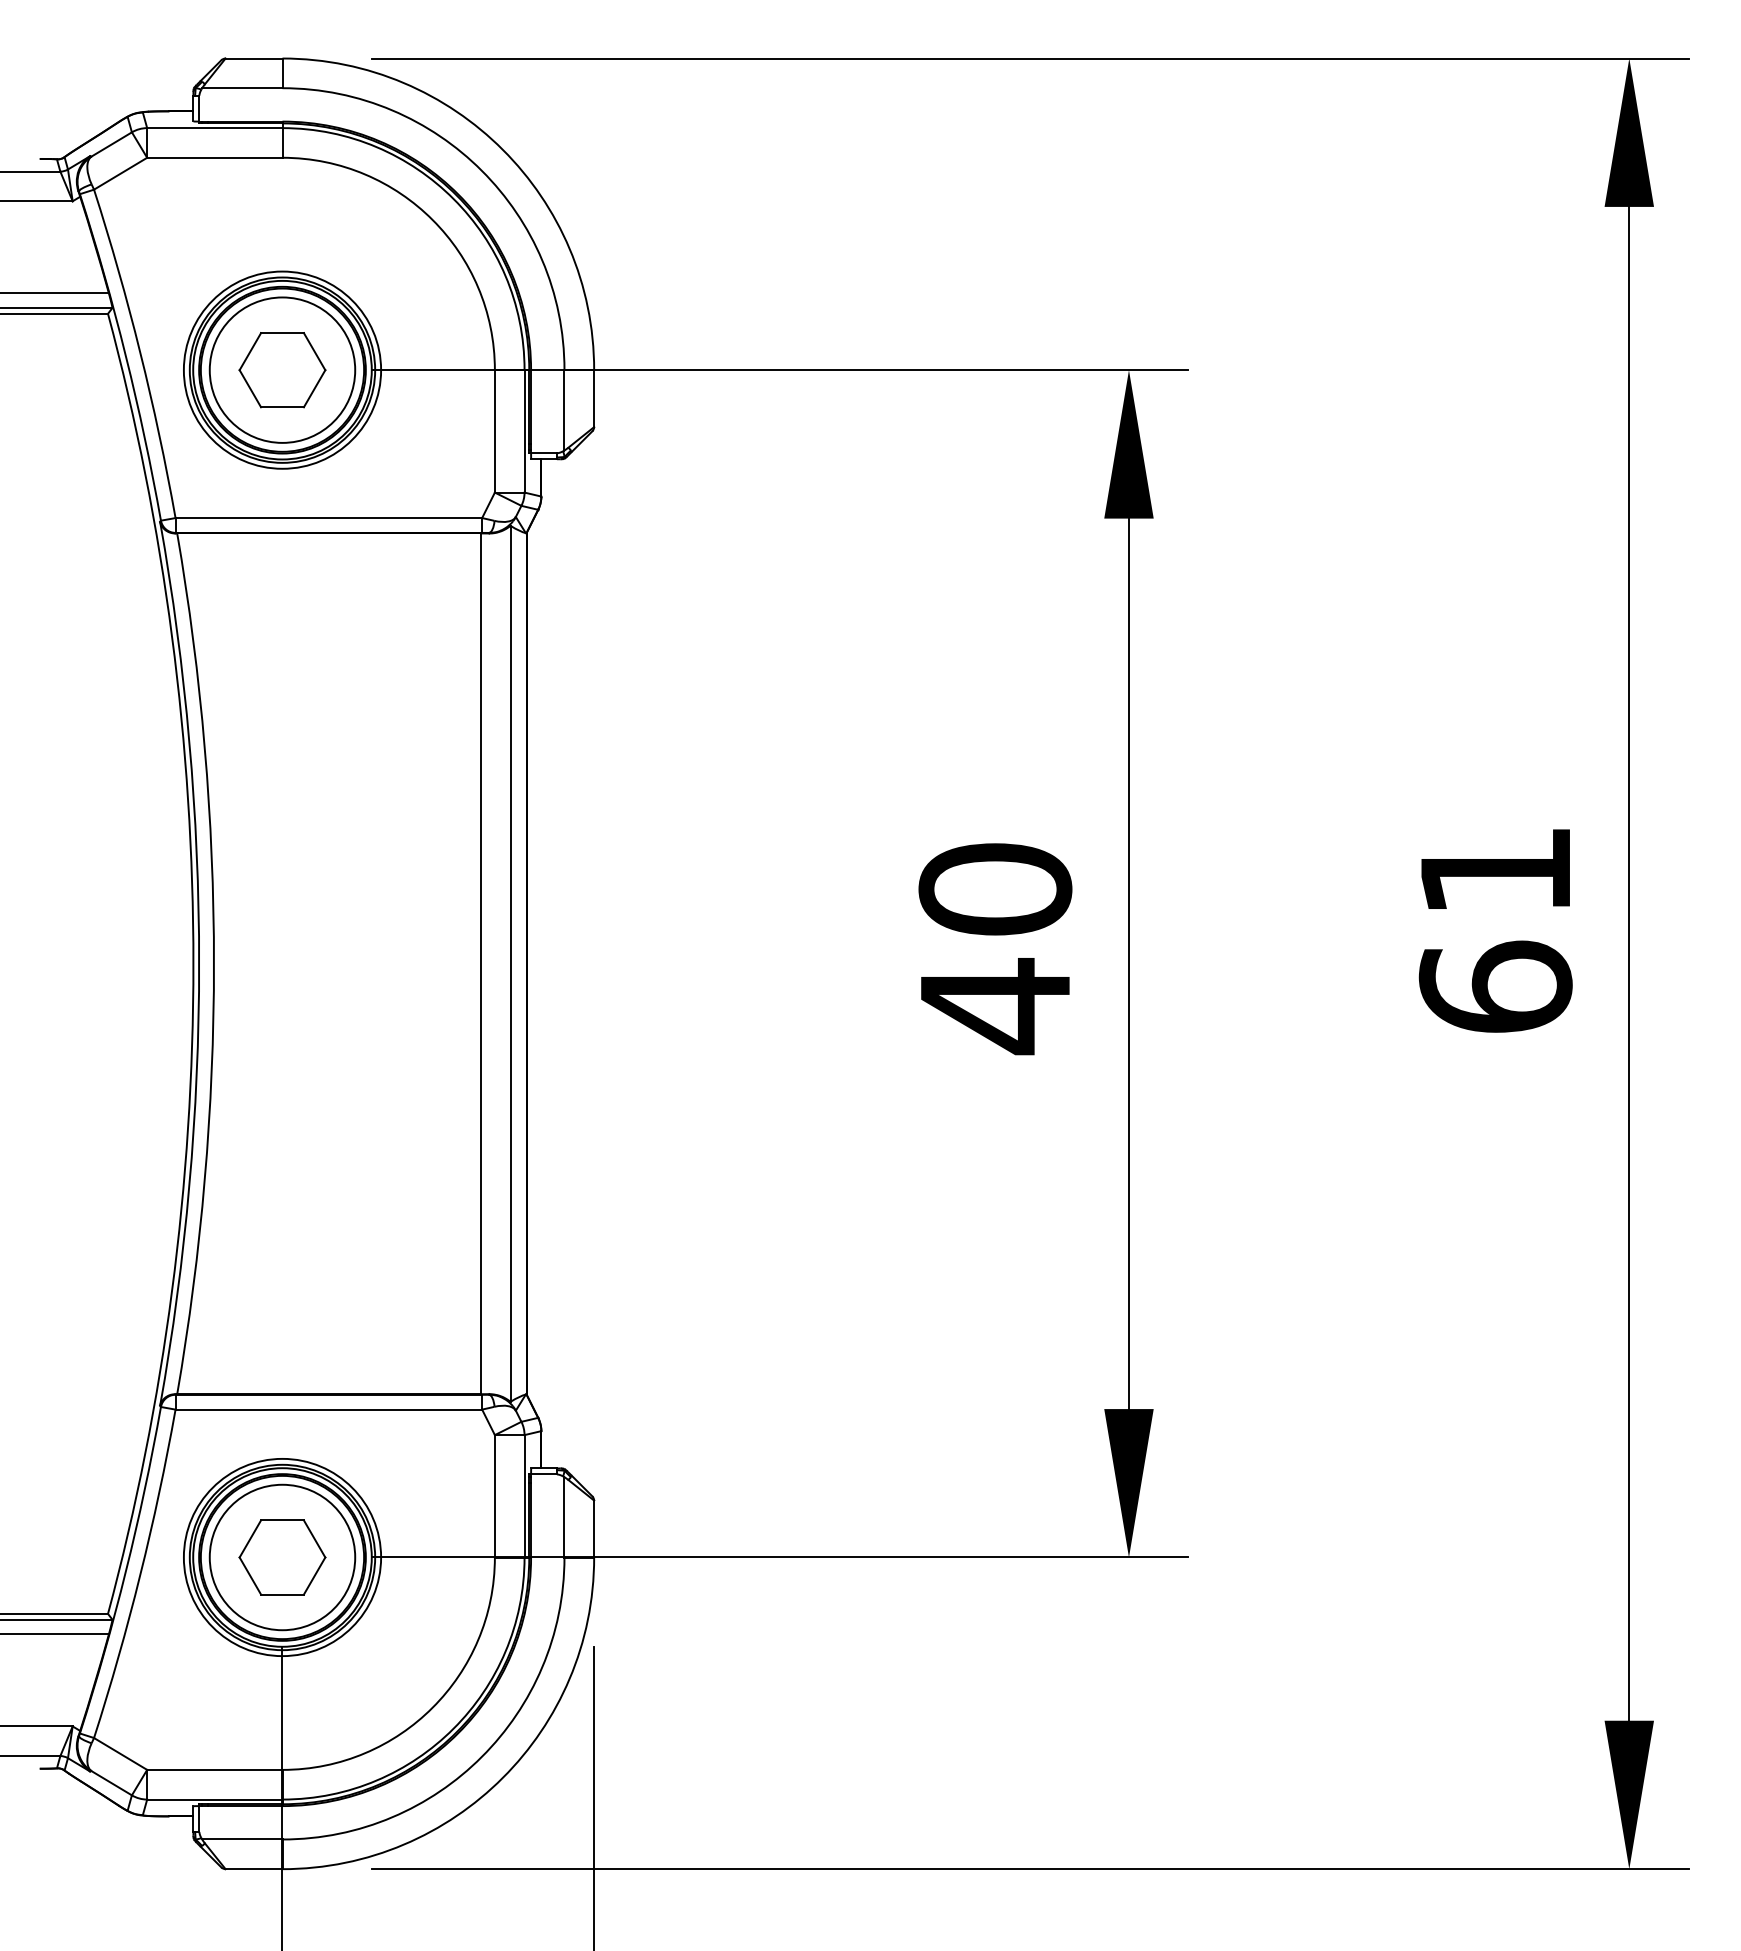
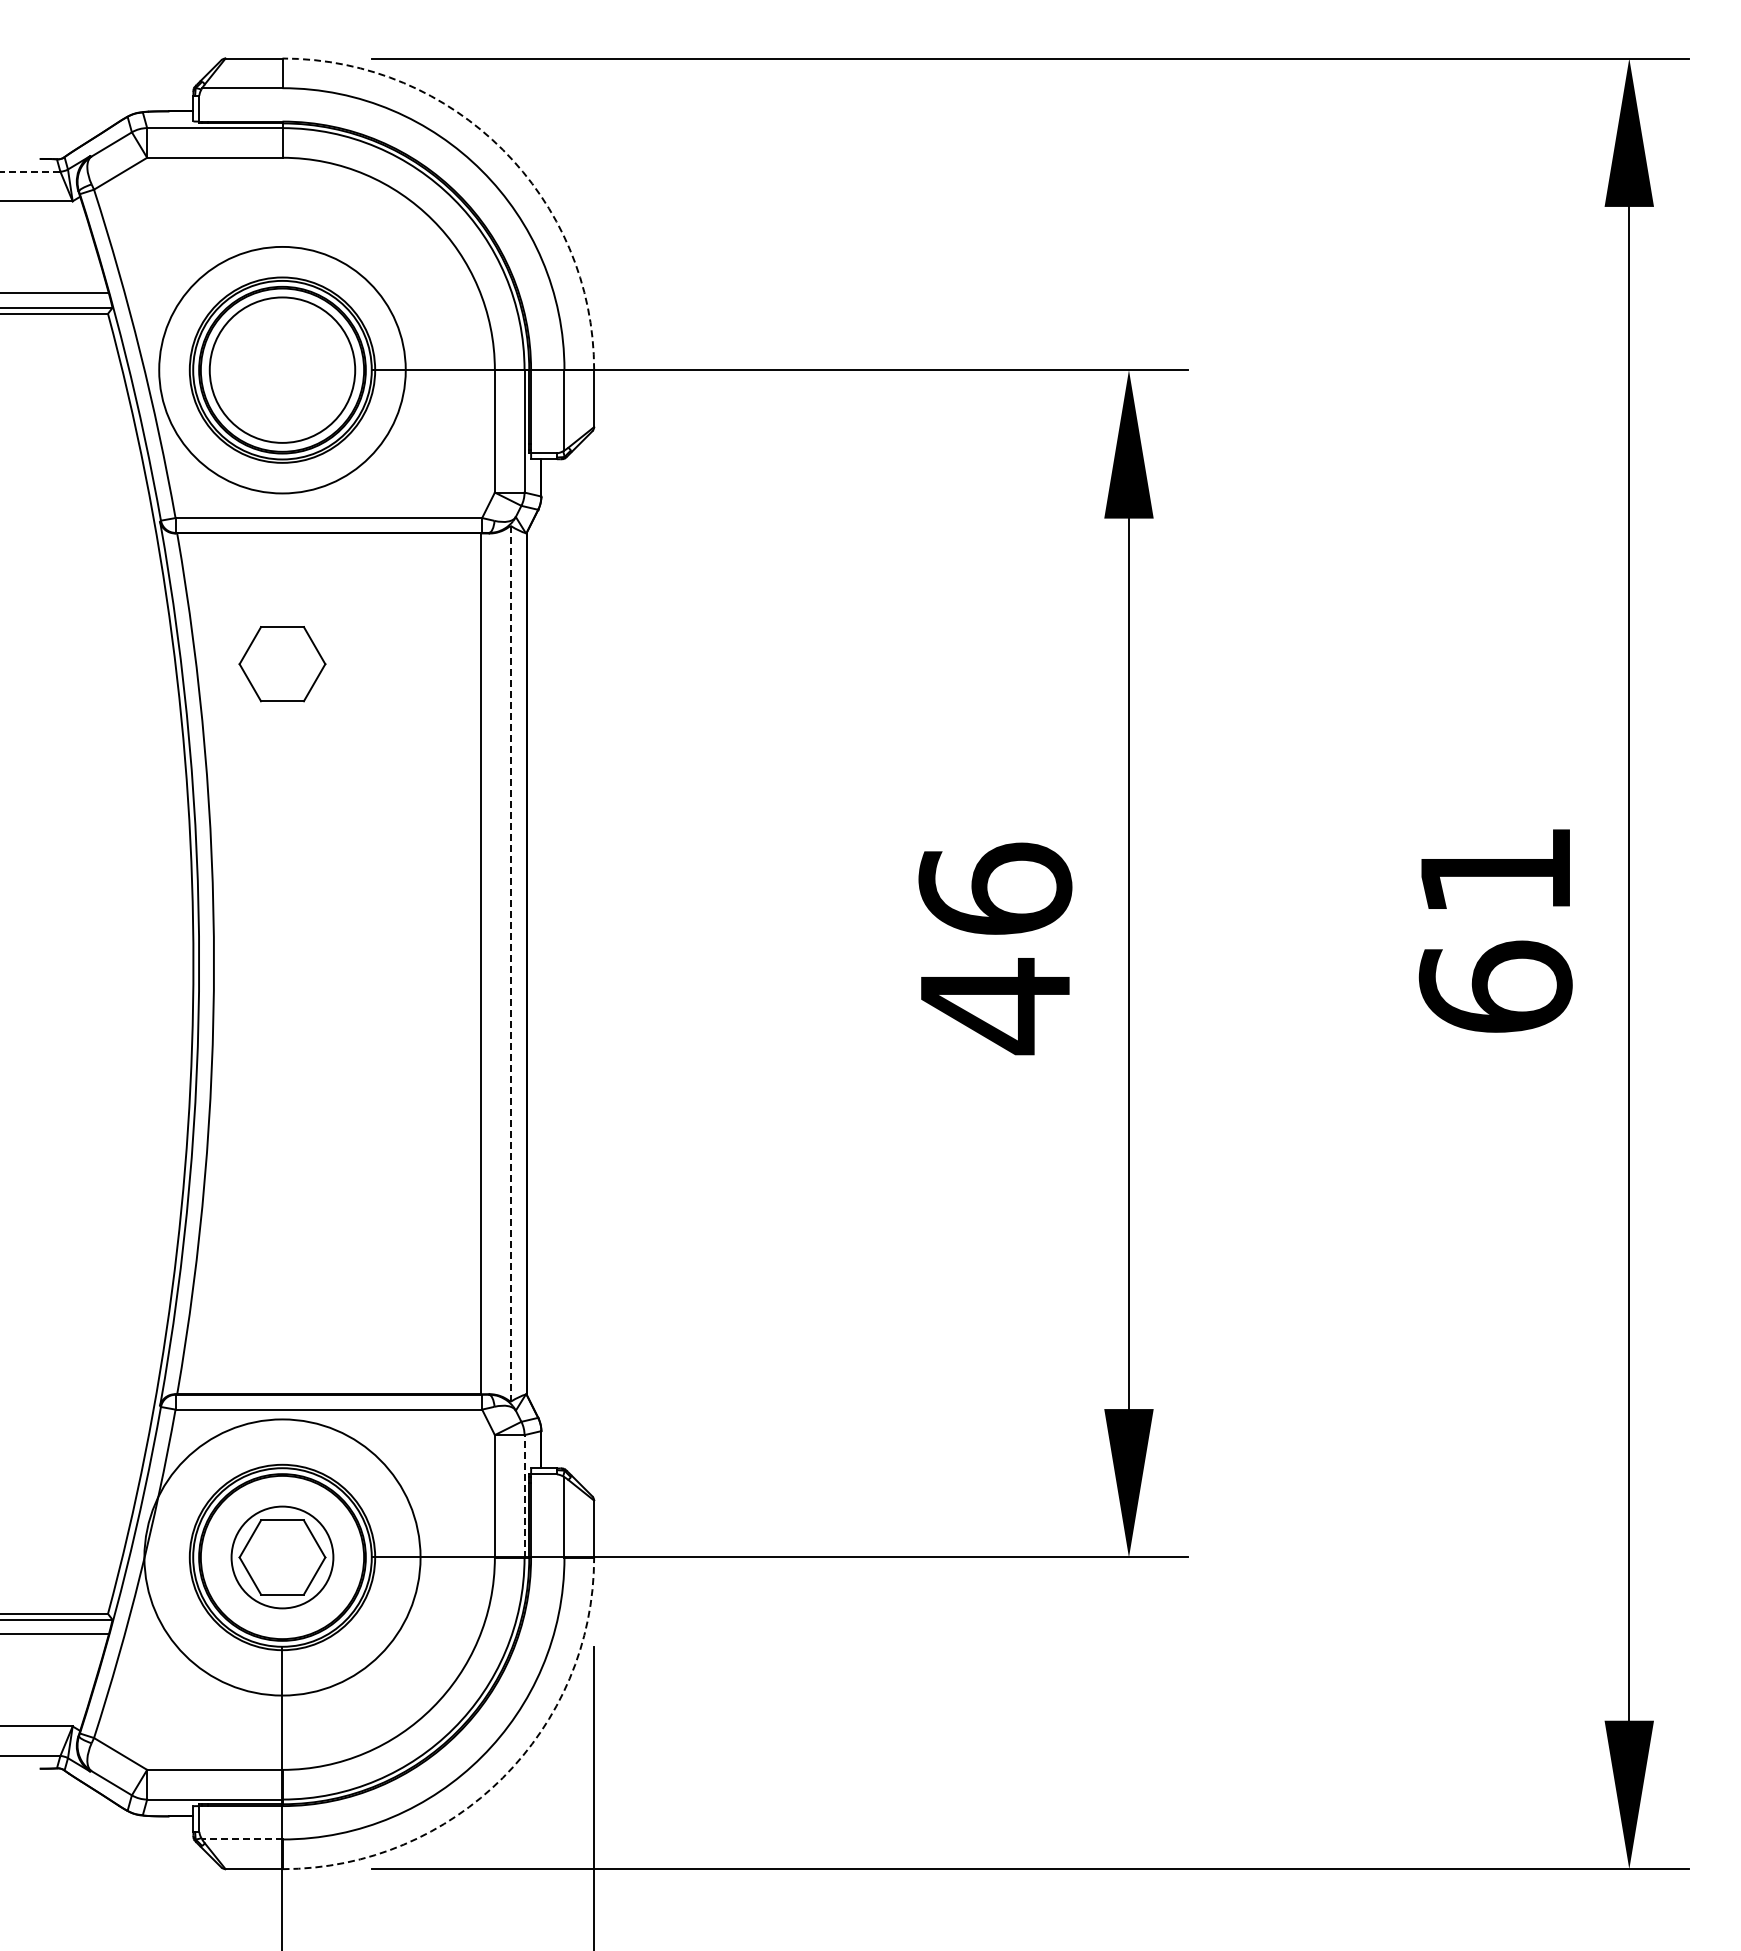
arc at (502, 149): solid -> dashed
line at (30, 171): solid -> dashed
circle at (282, 369) diameter: 197 px -> 247 px
part at (282, 370) position: (282, 370) -> (282, 664)
text at (995, 888): 40 -> 46
line at (510, 963): solid -> dashed
line at (524, 1495): solid -> dashed
circle at (282, 1557) diameter: 145 px -> 102 px
circle at (282, 1557) diameter: 197 px -> 276 px
arc at (502, 1777): solid -> dashed
line at (241, 1839): solid -> dashed
